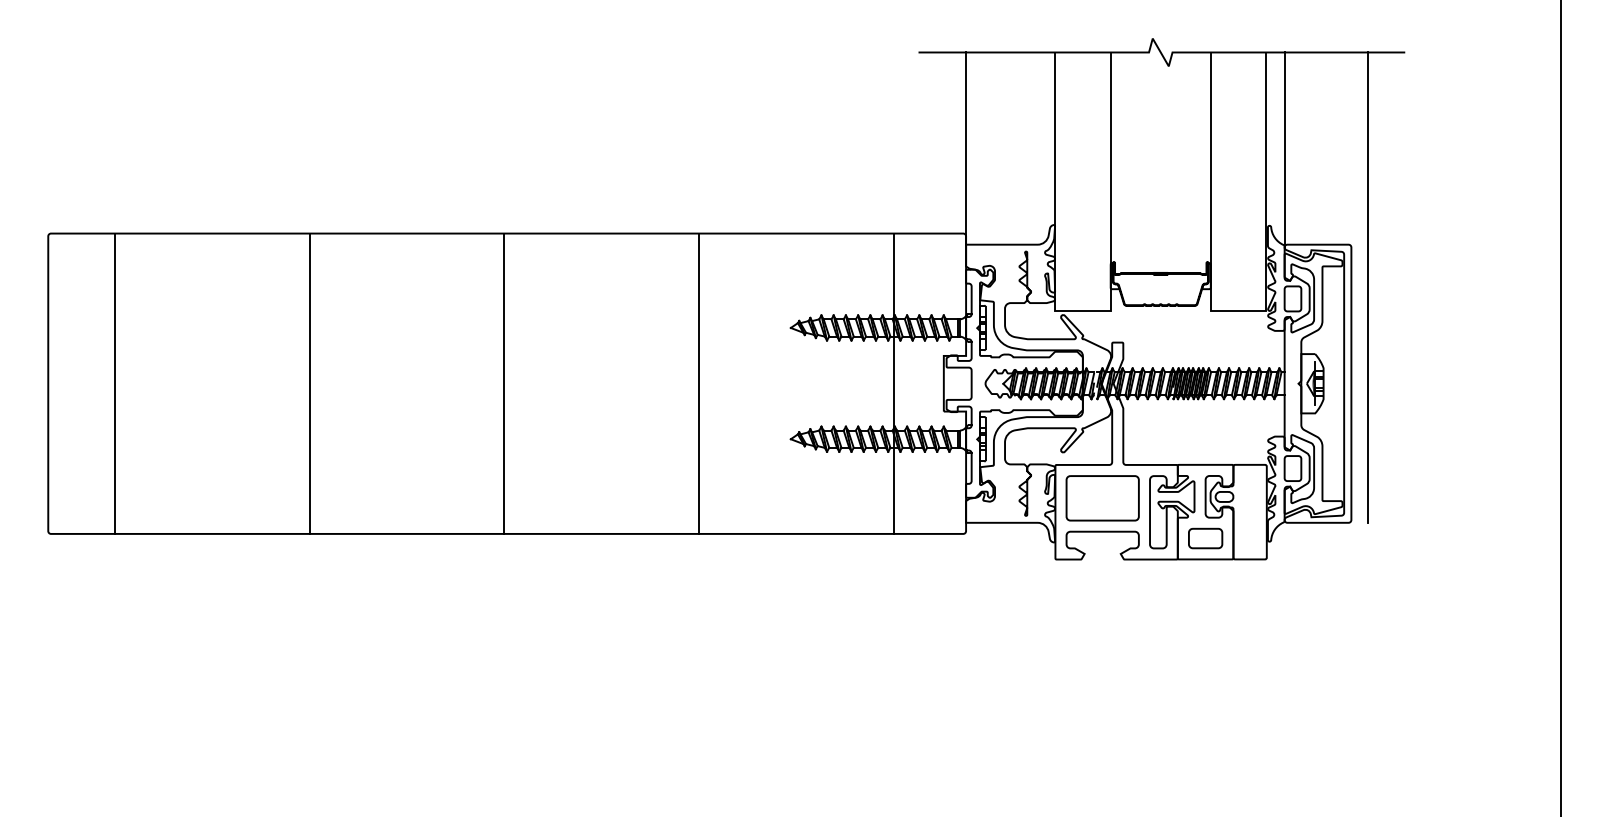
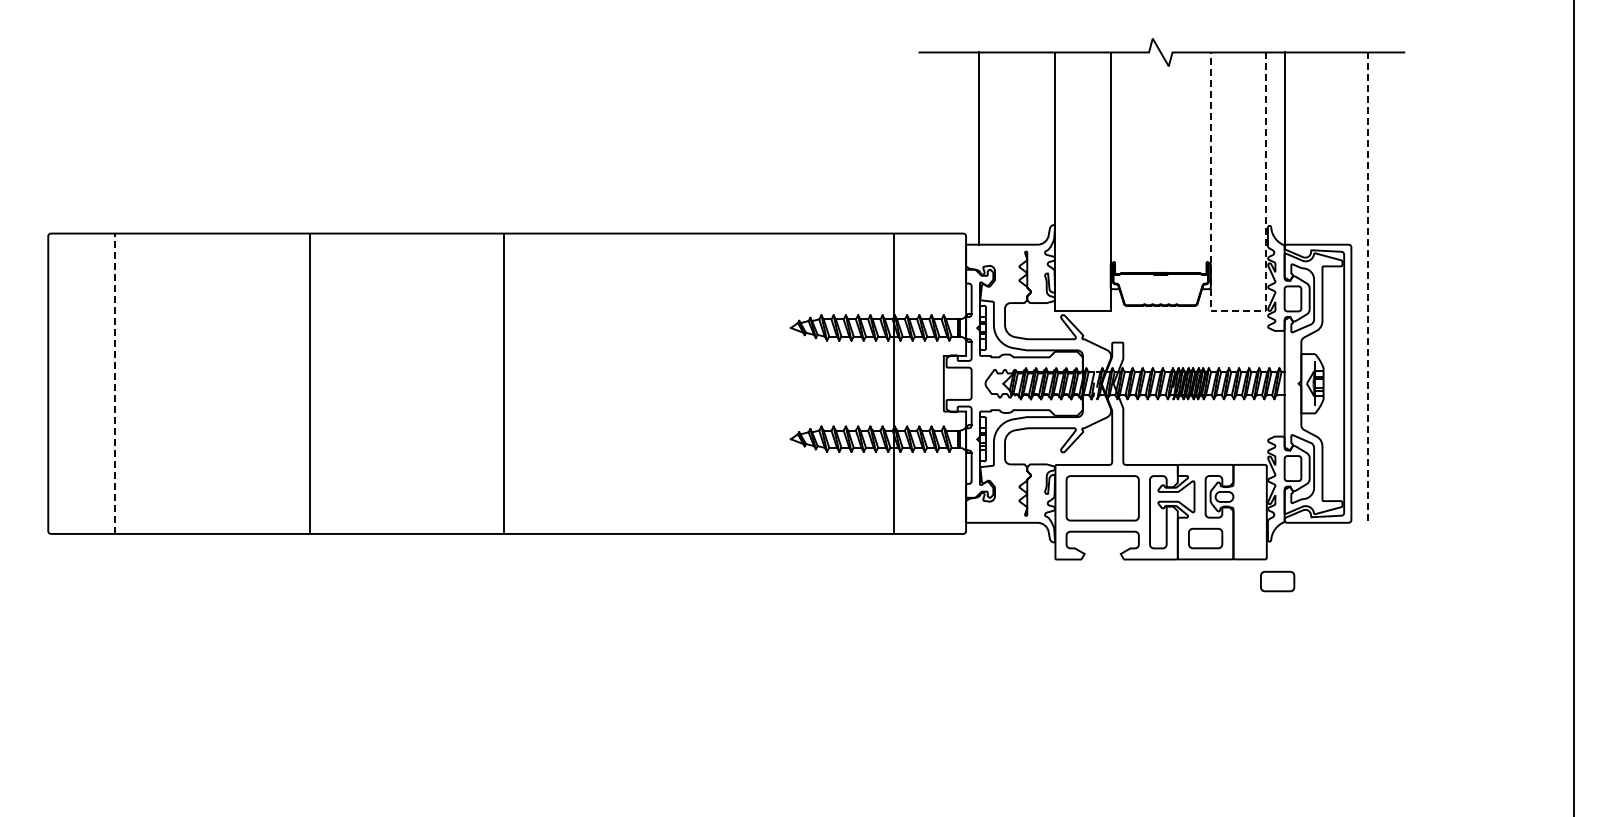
line at (966, 148) position: (966, 148) -> (979, 148)
line at (1368, 288): solid -> dashed
line at (1238, 311): solid -> dashed
line at (115, 383): solid -> dashed
line at (699, 383): present -> none
line at (1560, 407) position: (1560, 407) -> (1573, 407)
part at (1277, 581): none -> present
